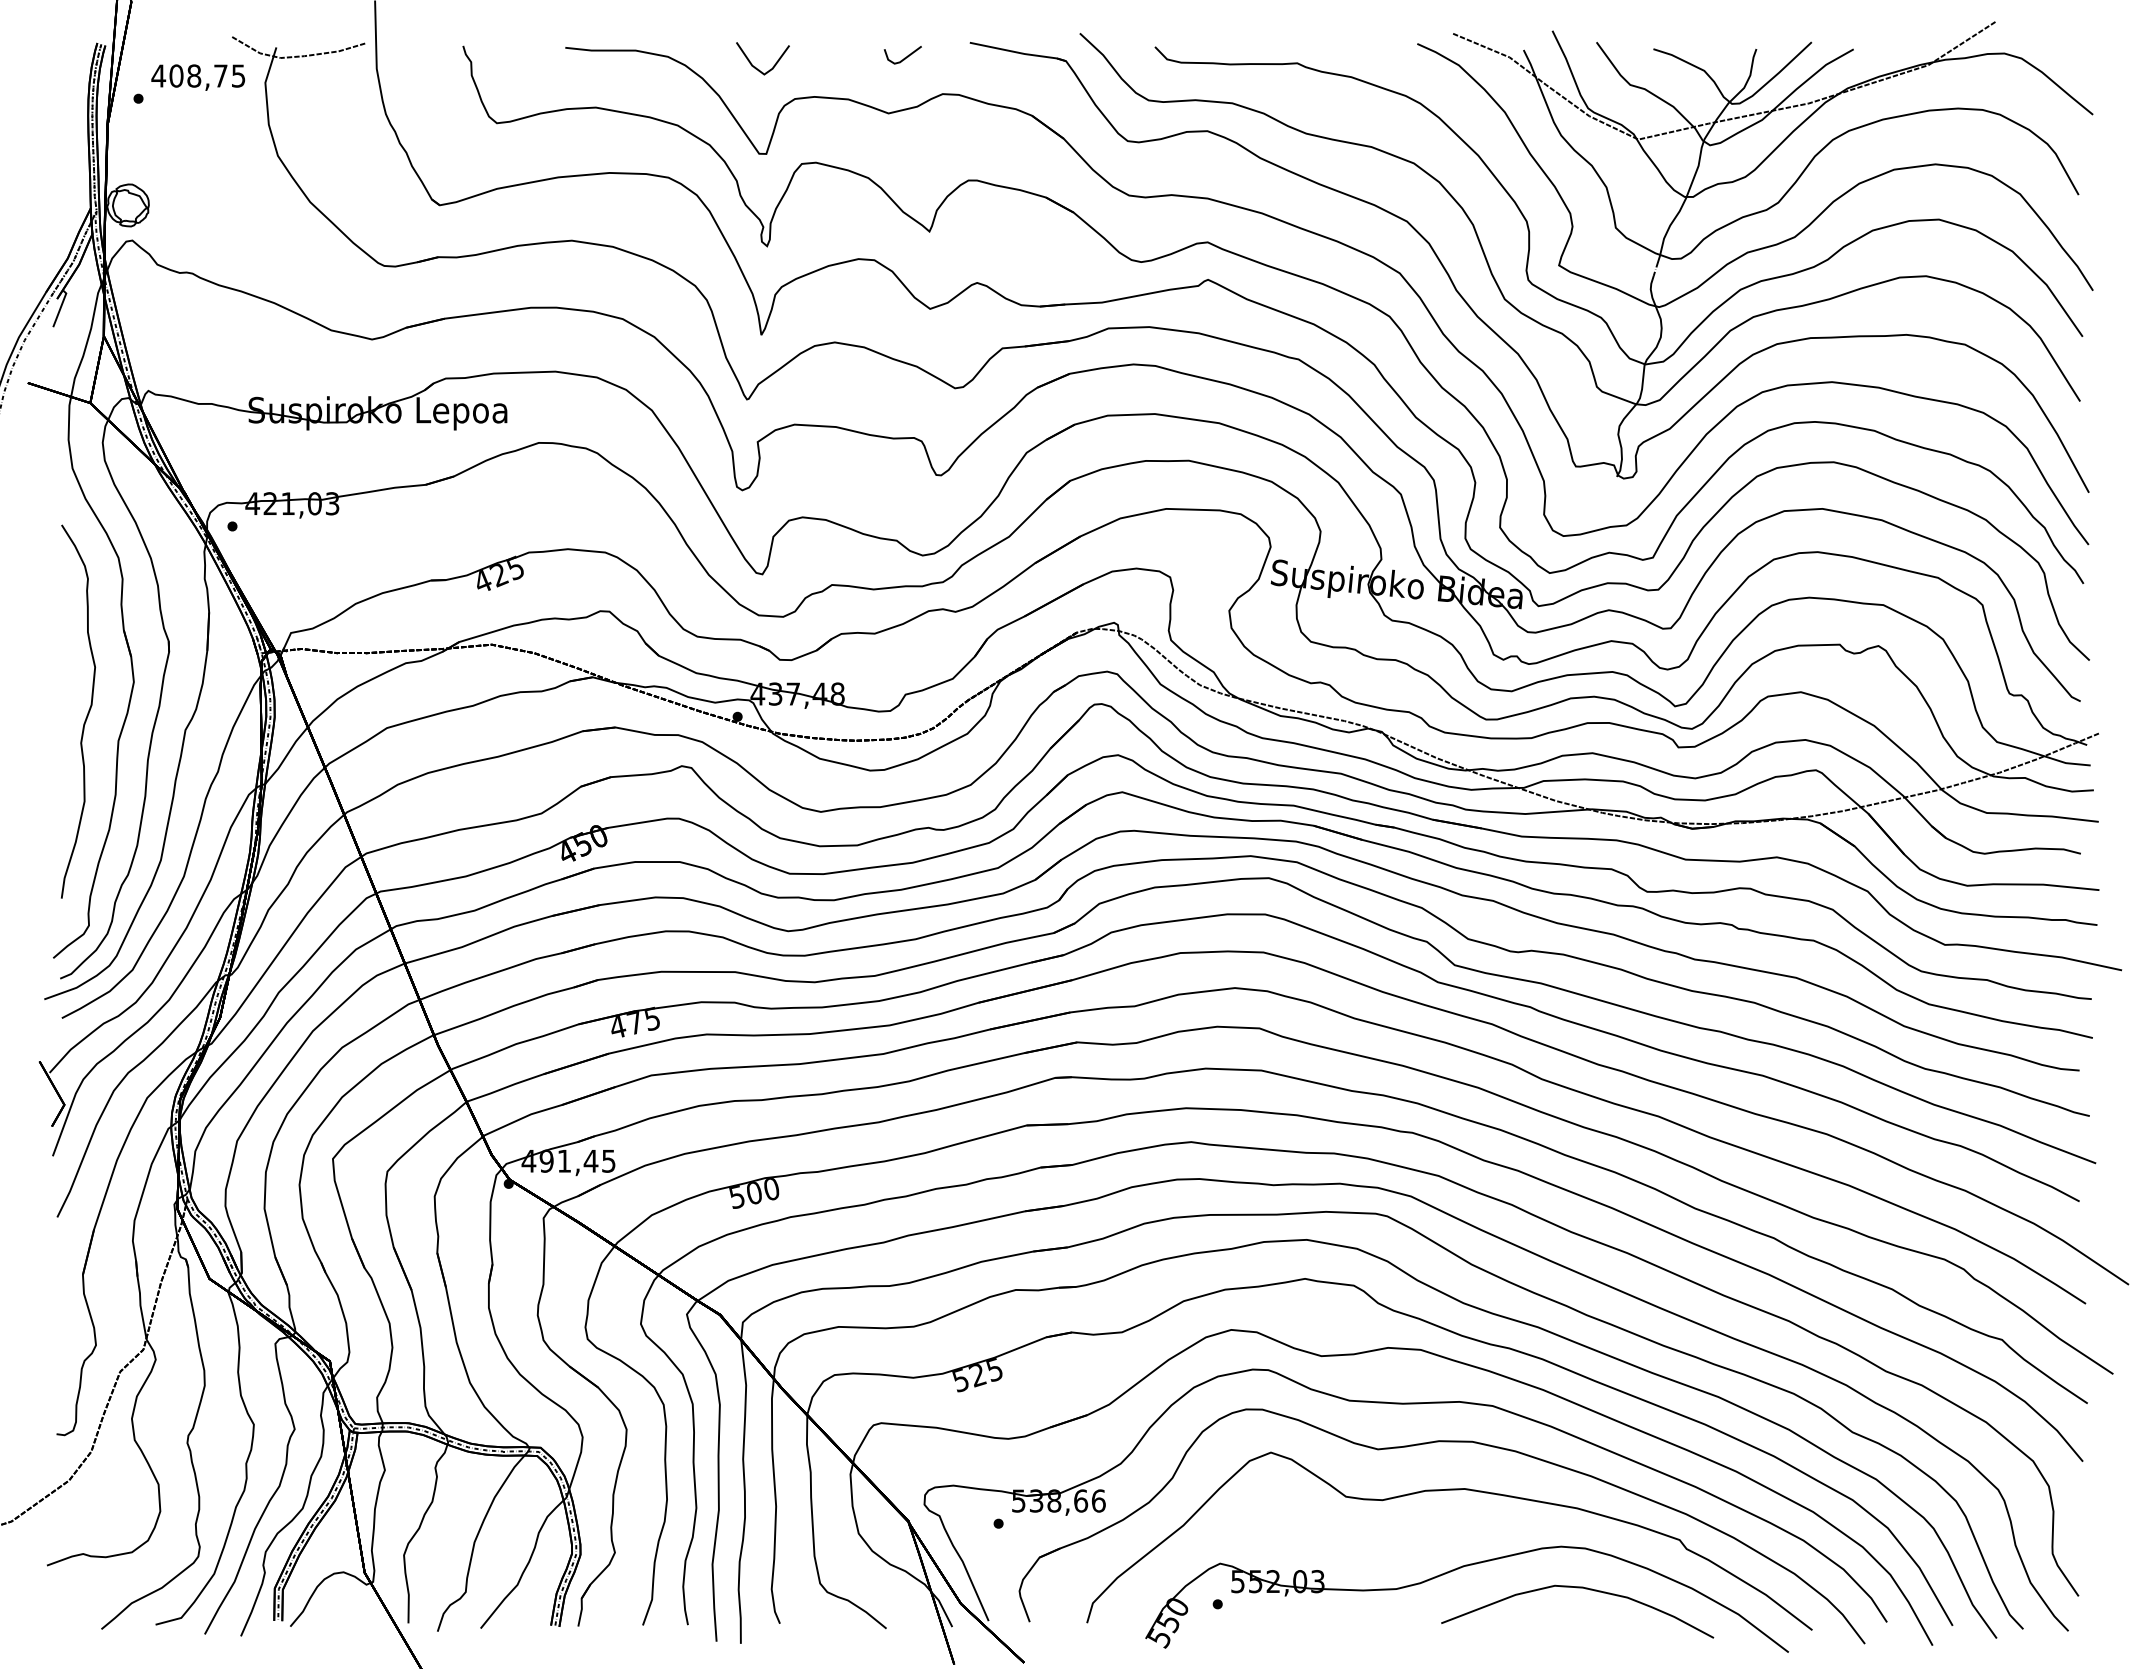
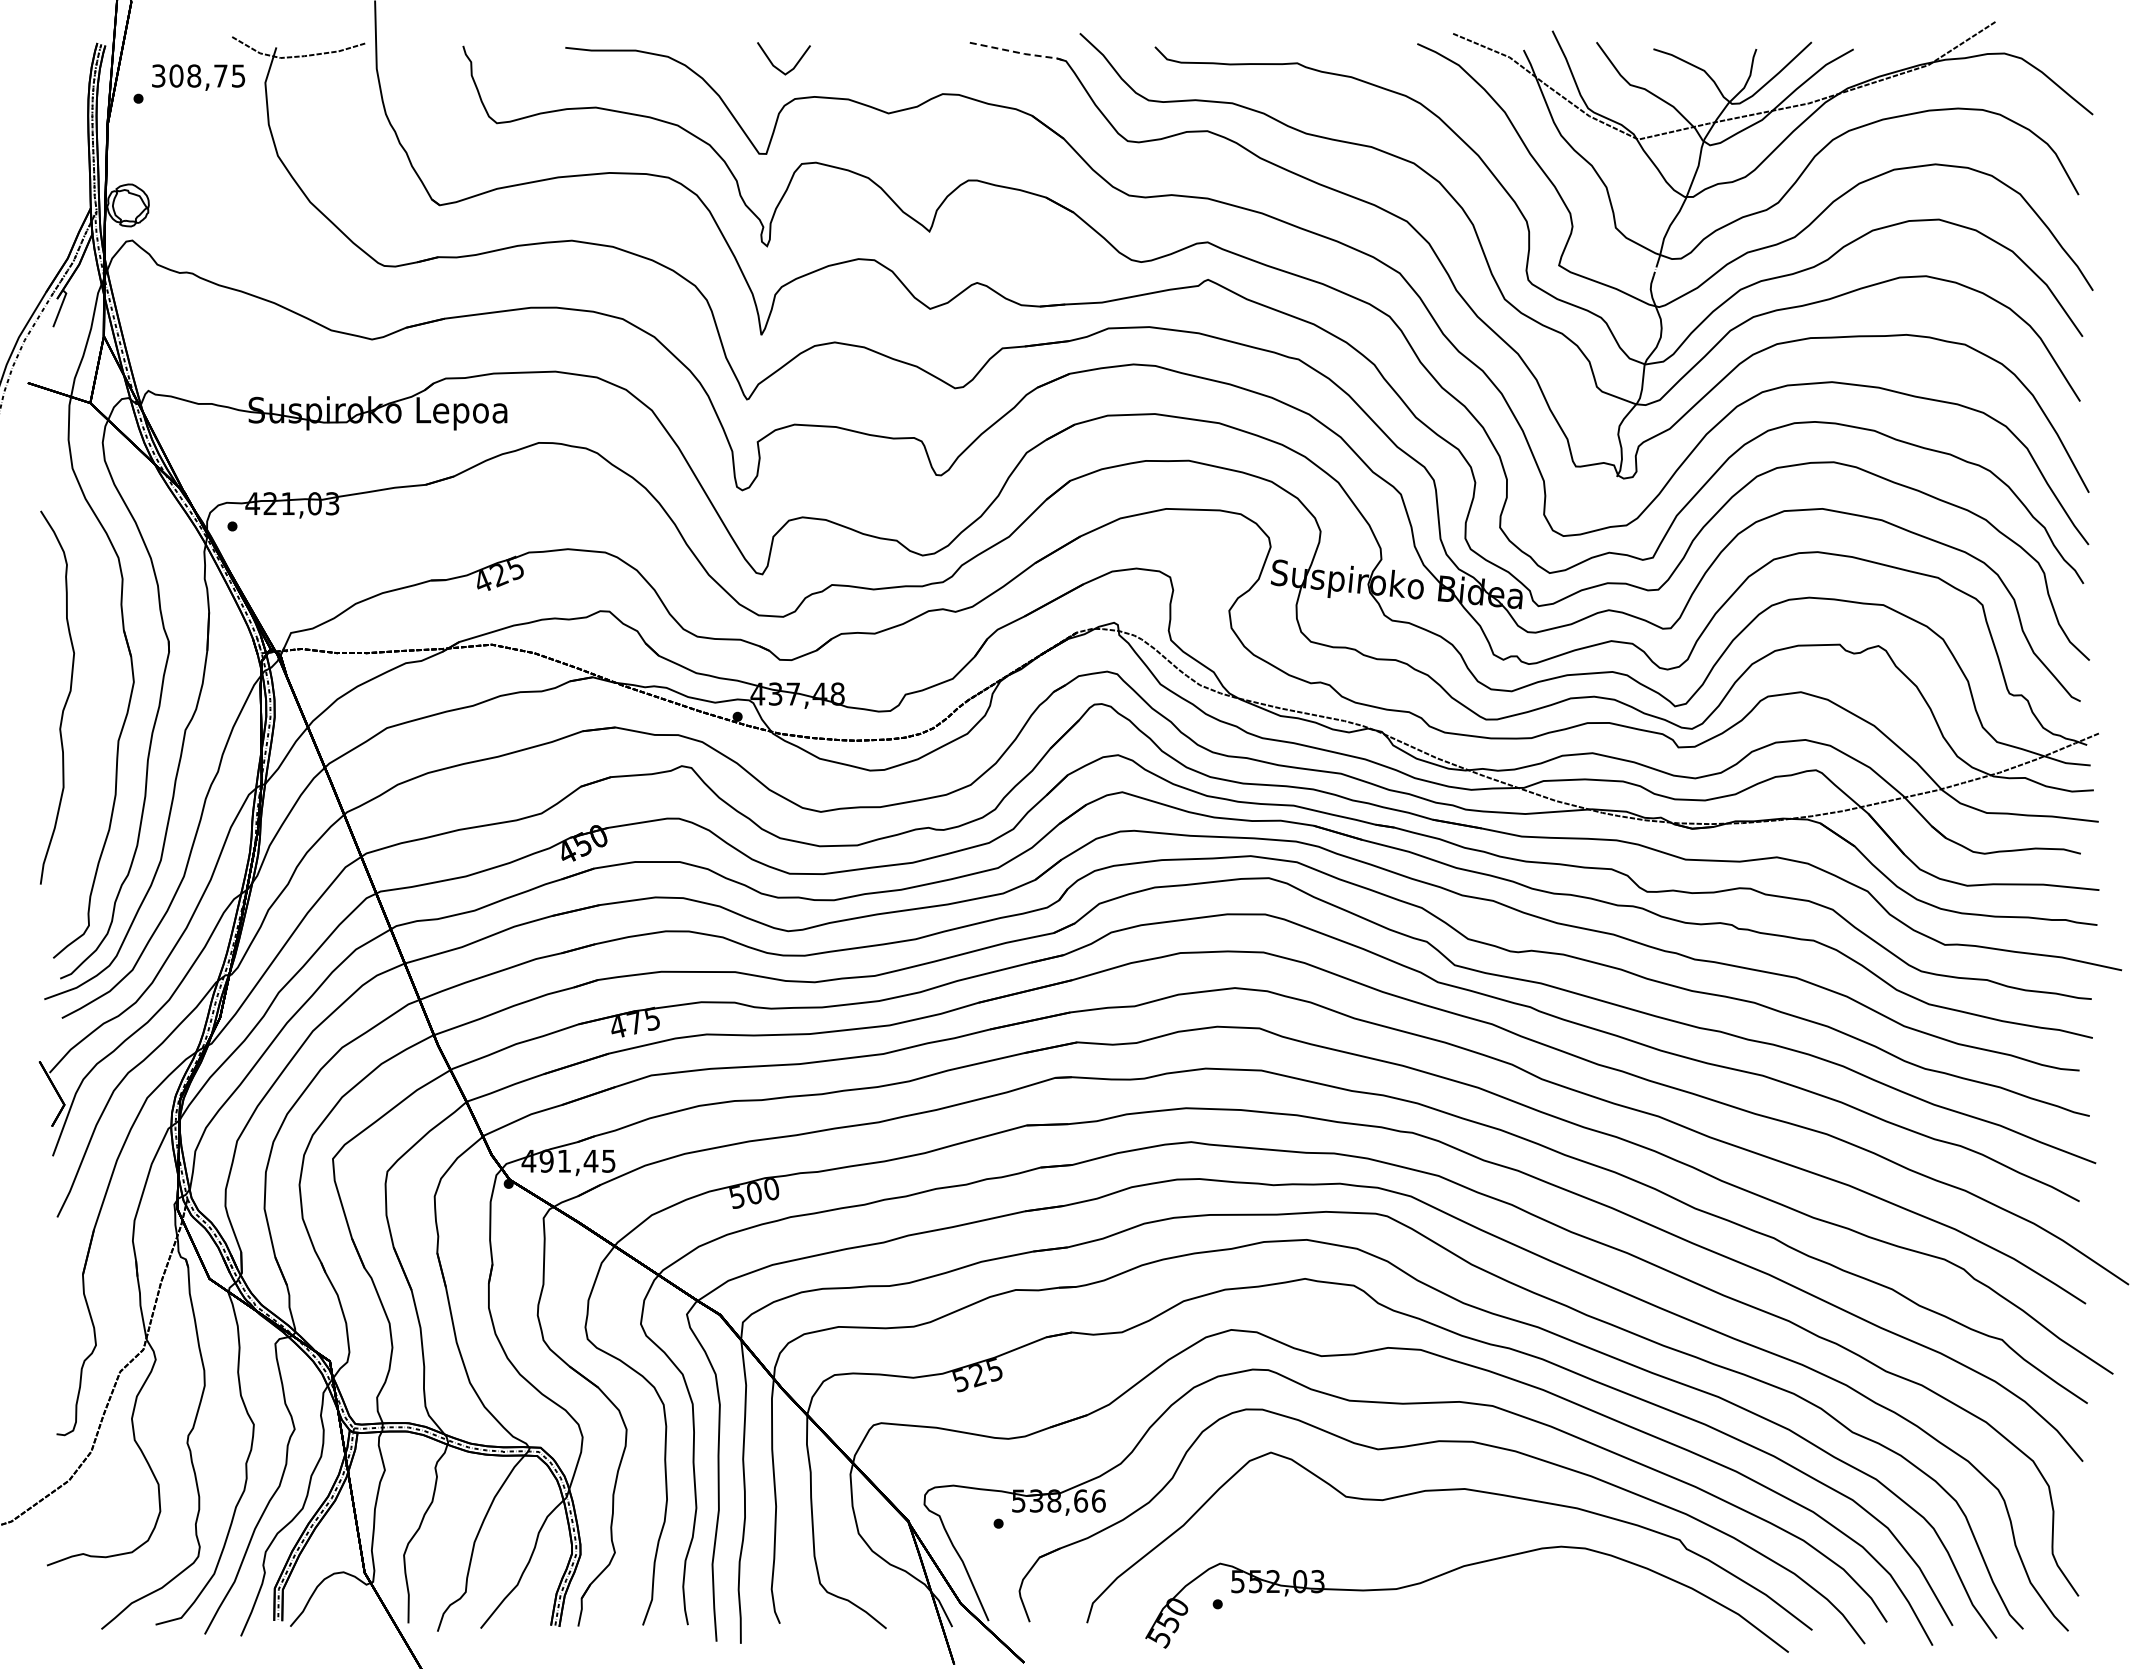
line at (1019, 53): solid -> dashed
line at (904, 57): present -> none
line at (755, 66) position: (755, 66) -> (776, 66)
text at (158, 75): 408,75 -> 308,75
curve at (86, 715) position: (86, 715) -> (65, 701)
curve at (1577, 1588): present -> none
